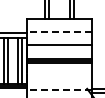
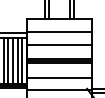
line at (59, 31): dashed -> solid
line at (13, 60): none -> present
line at (59, 77): none -> present
line at (59, 90): dashed -> solid
